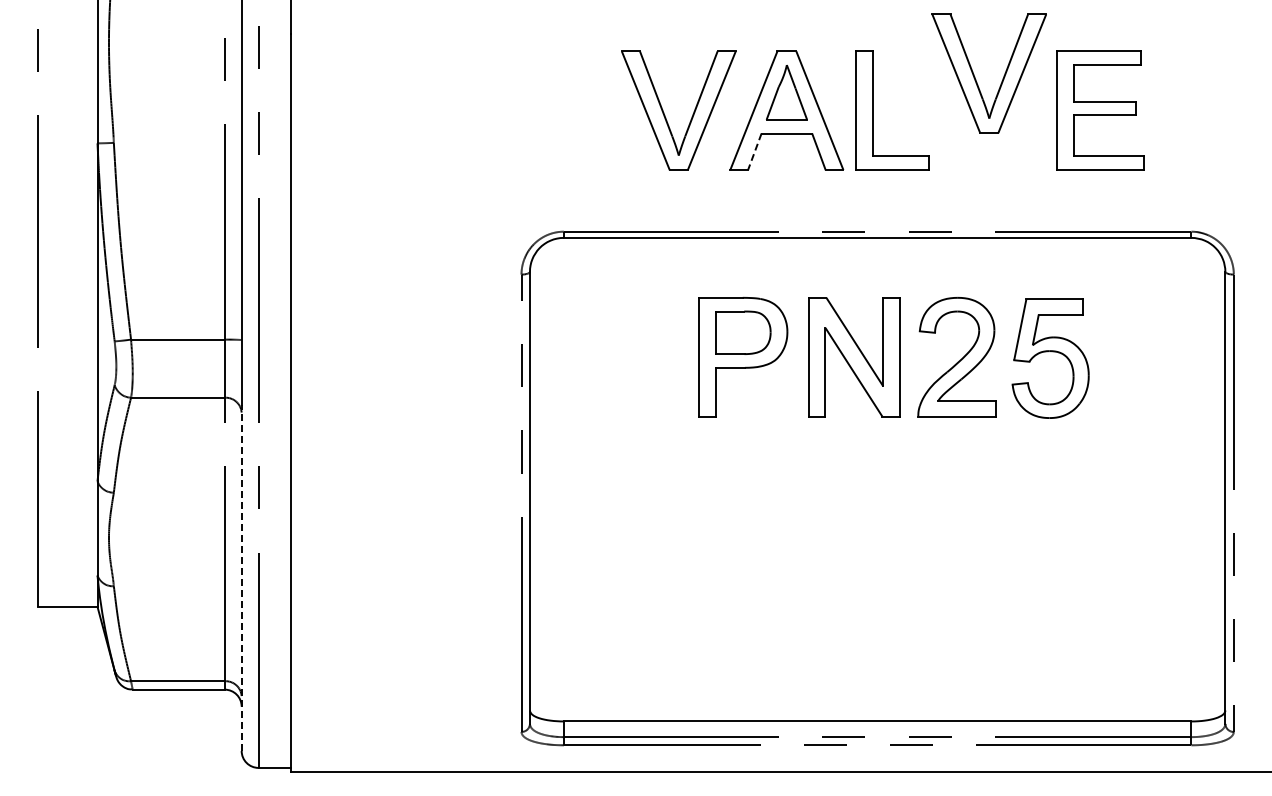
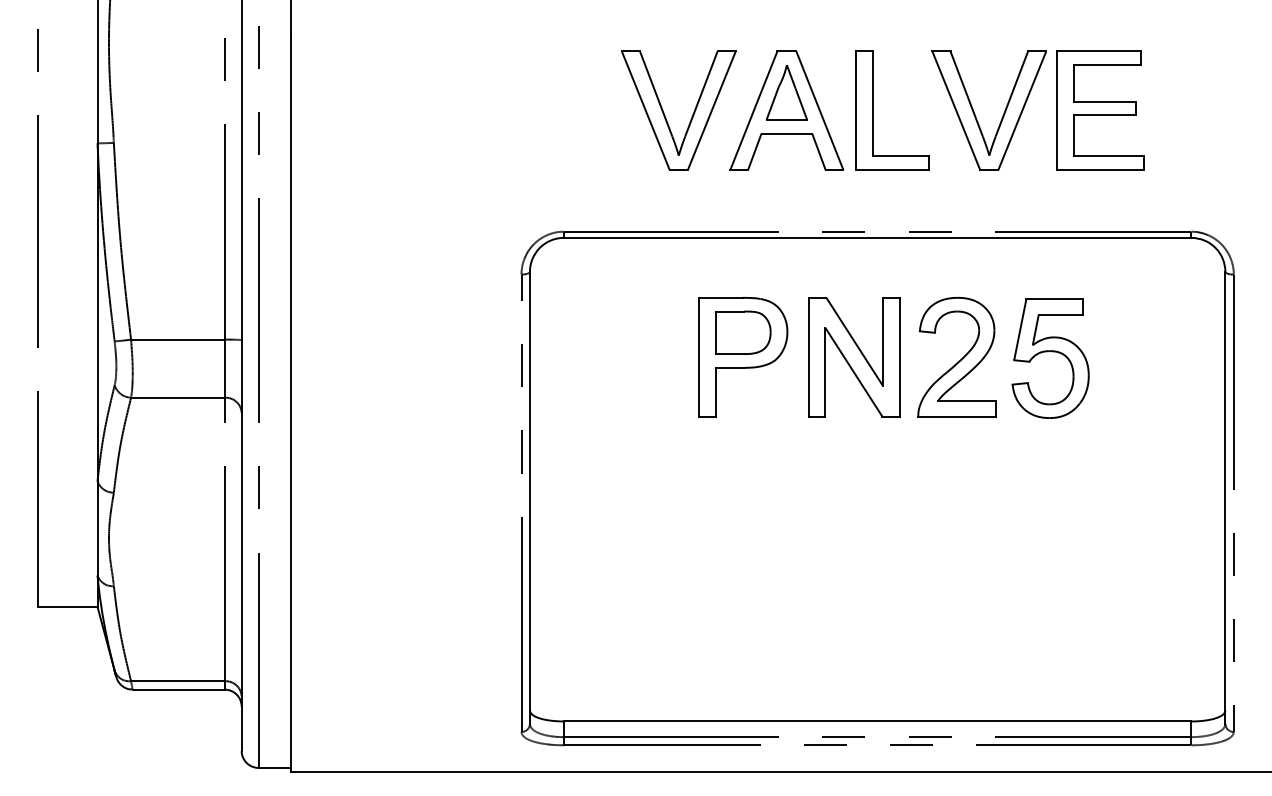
part at (975, 76) position: (975, 76) -> (975, 113)
line at (754, 151): dashed -> solid
line at (241, 578): dashed -> solid
